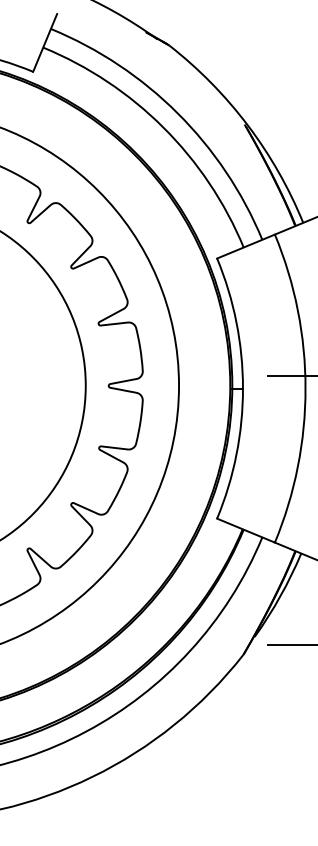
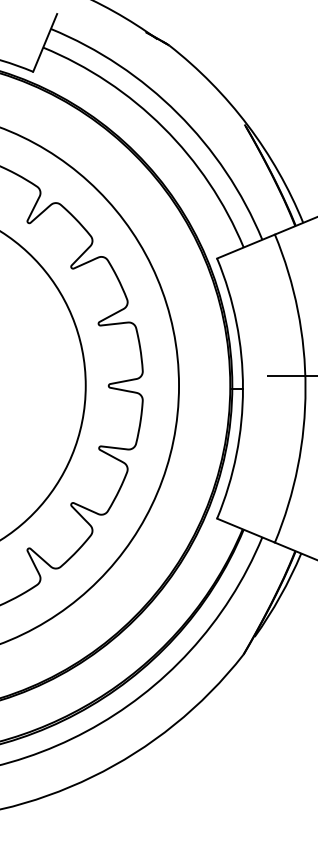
line at (290, 645): present -> none
